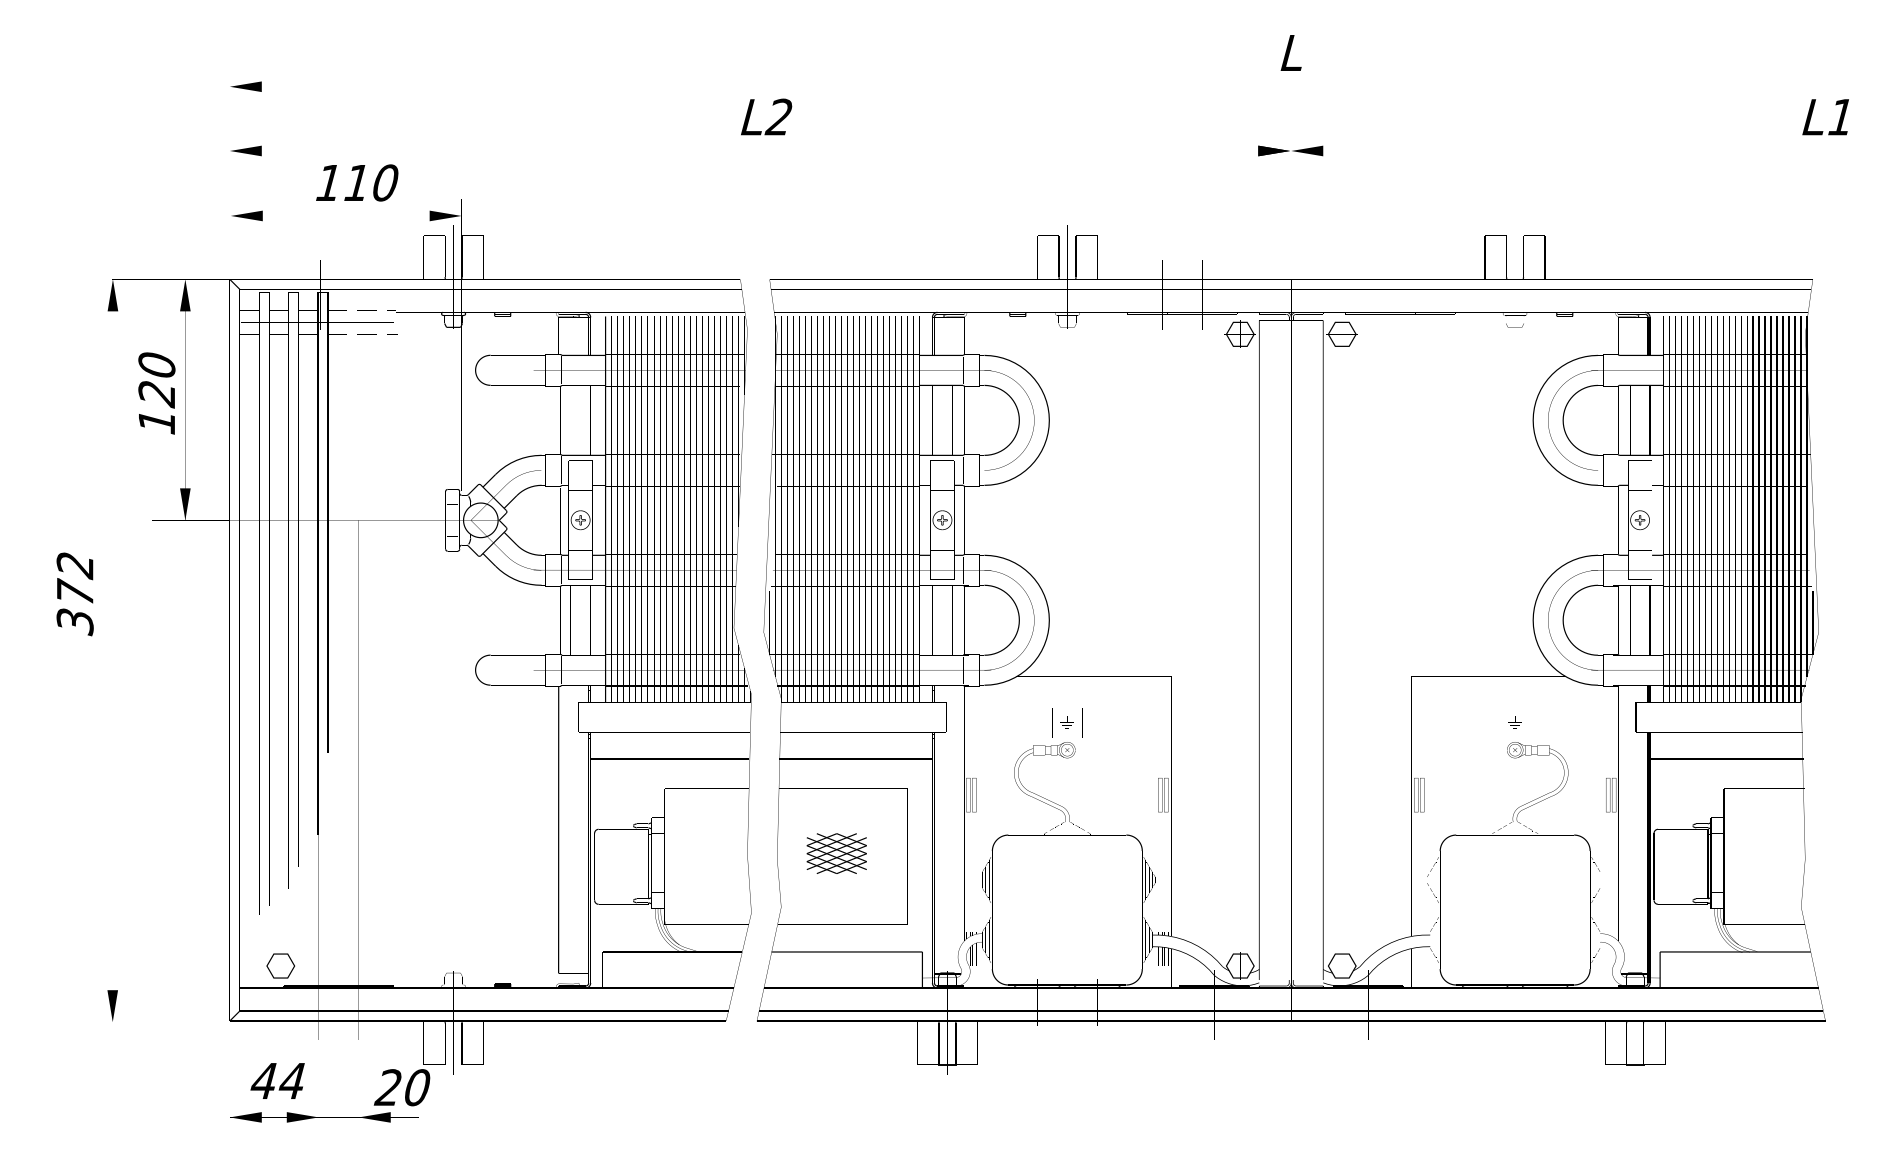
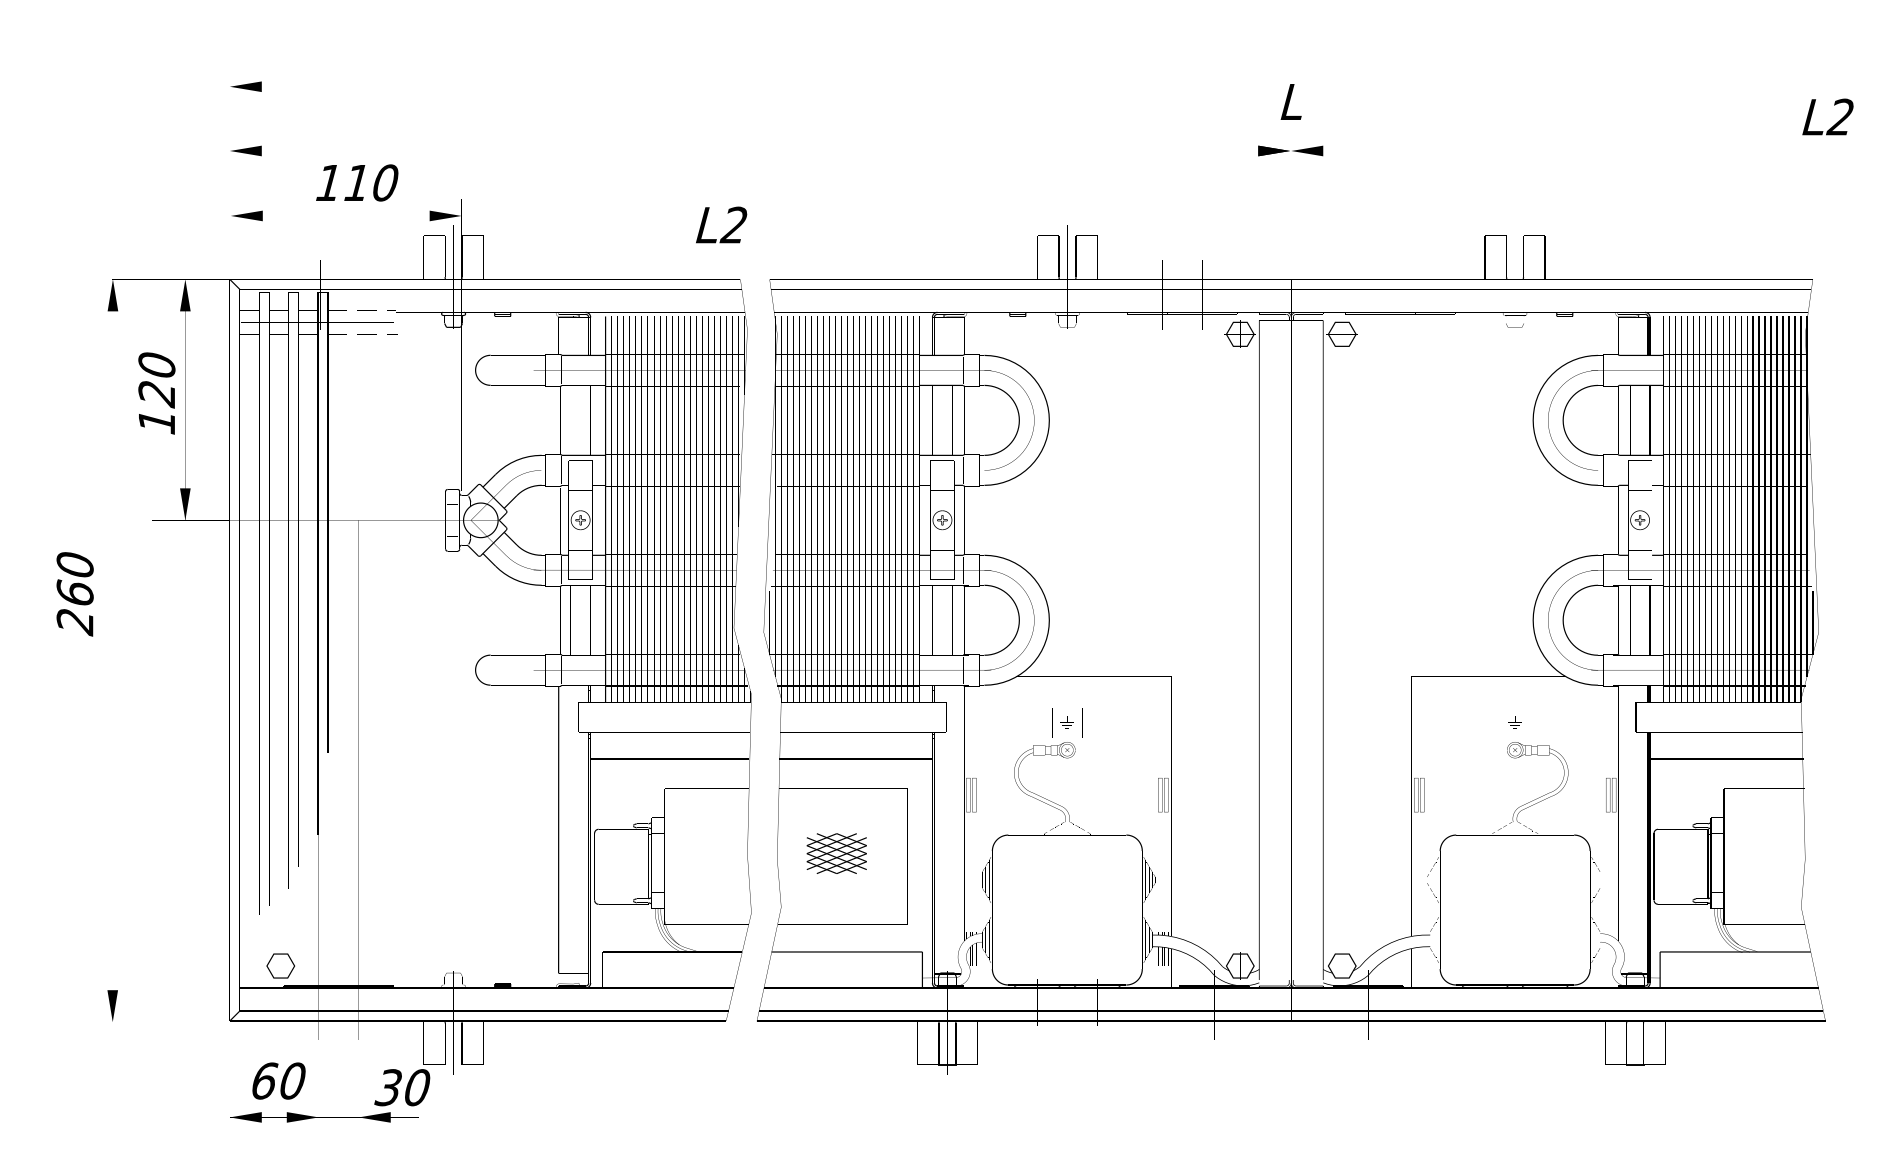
text at (1290, 52) position: (1290, 52) -> (1290, 101)
text at (766, 116) position: (766, 116) -> (721, 224)
text at (1839, 116): L1 -> L2
text at (74, 594): 372 -> 260
text at (277, 1080): 44 -> 60
text at (387, 1087): 20 -> 30
